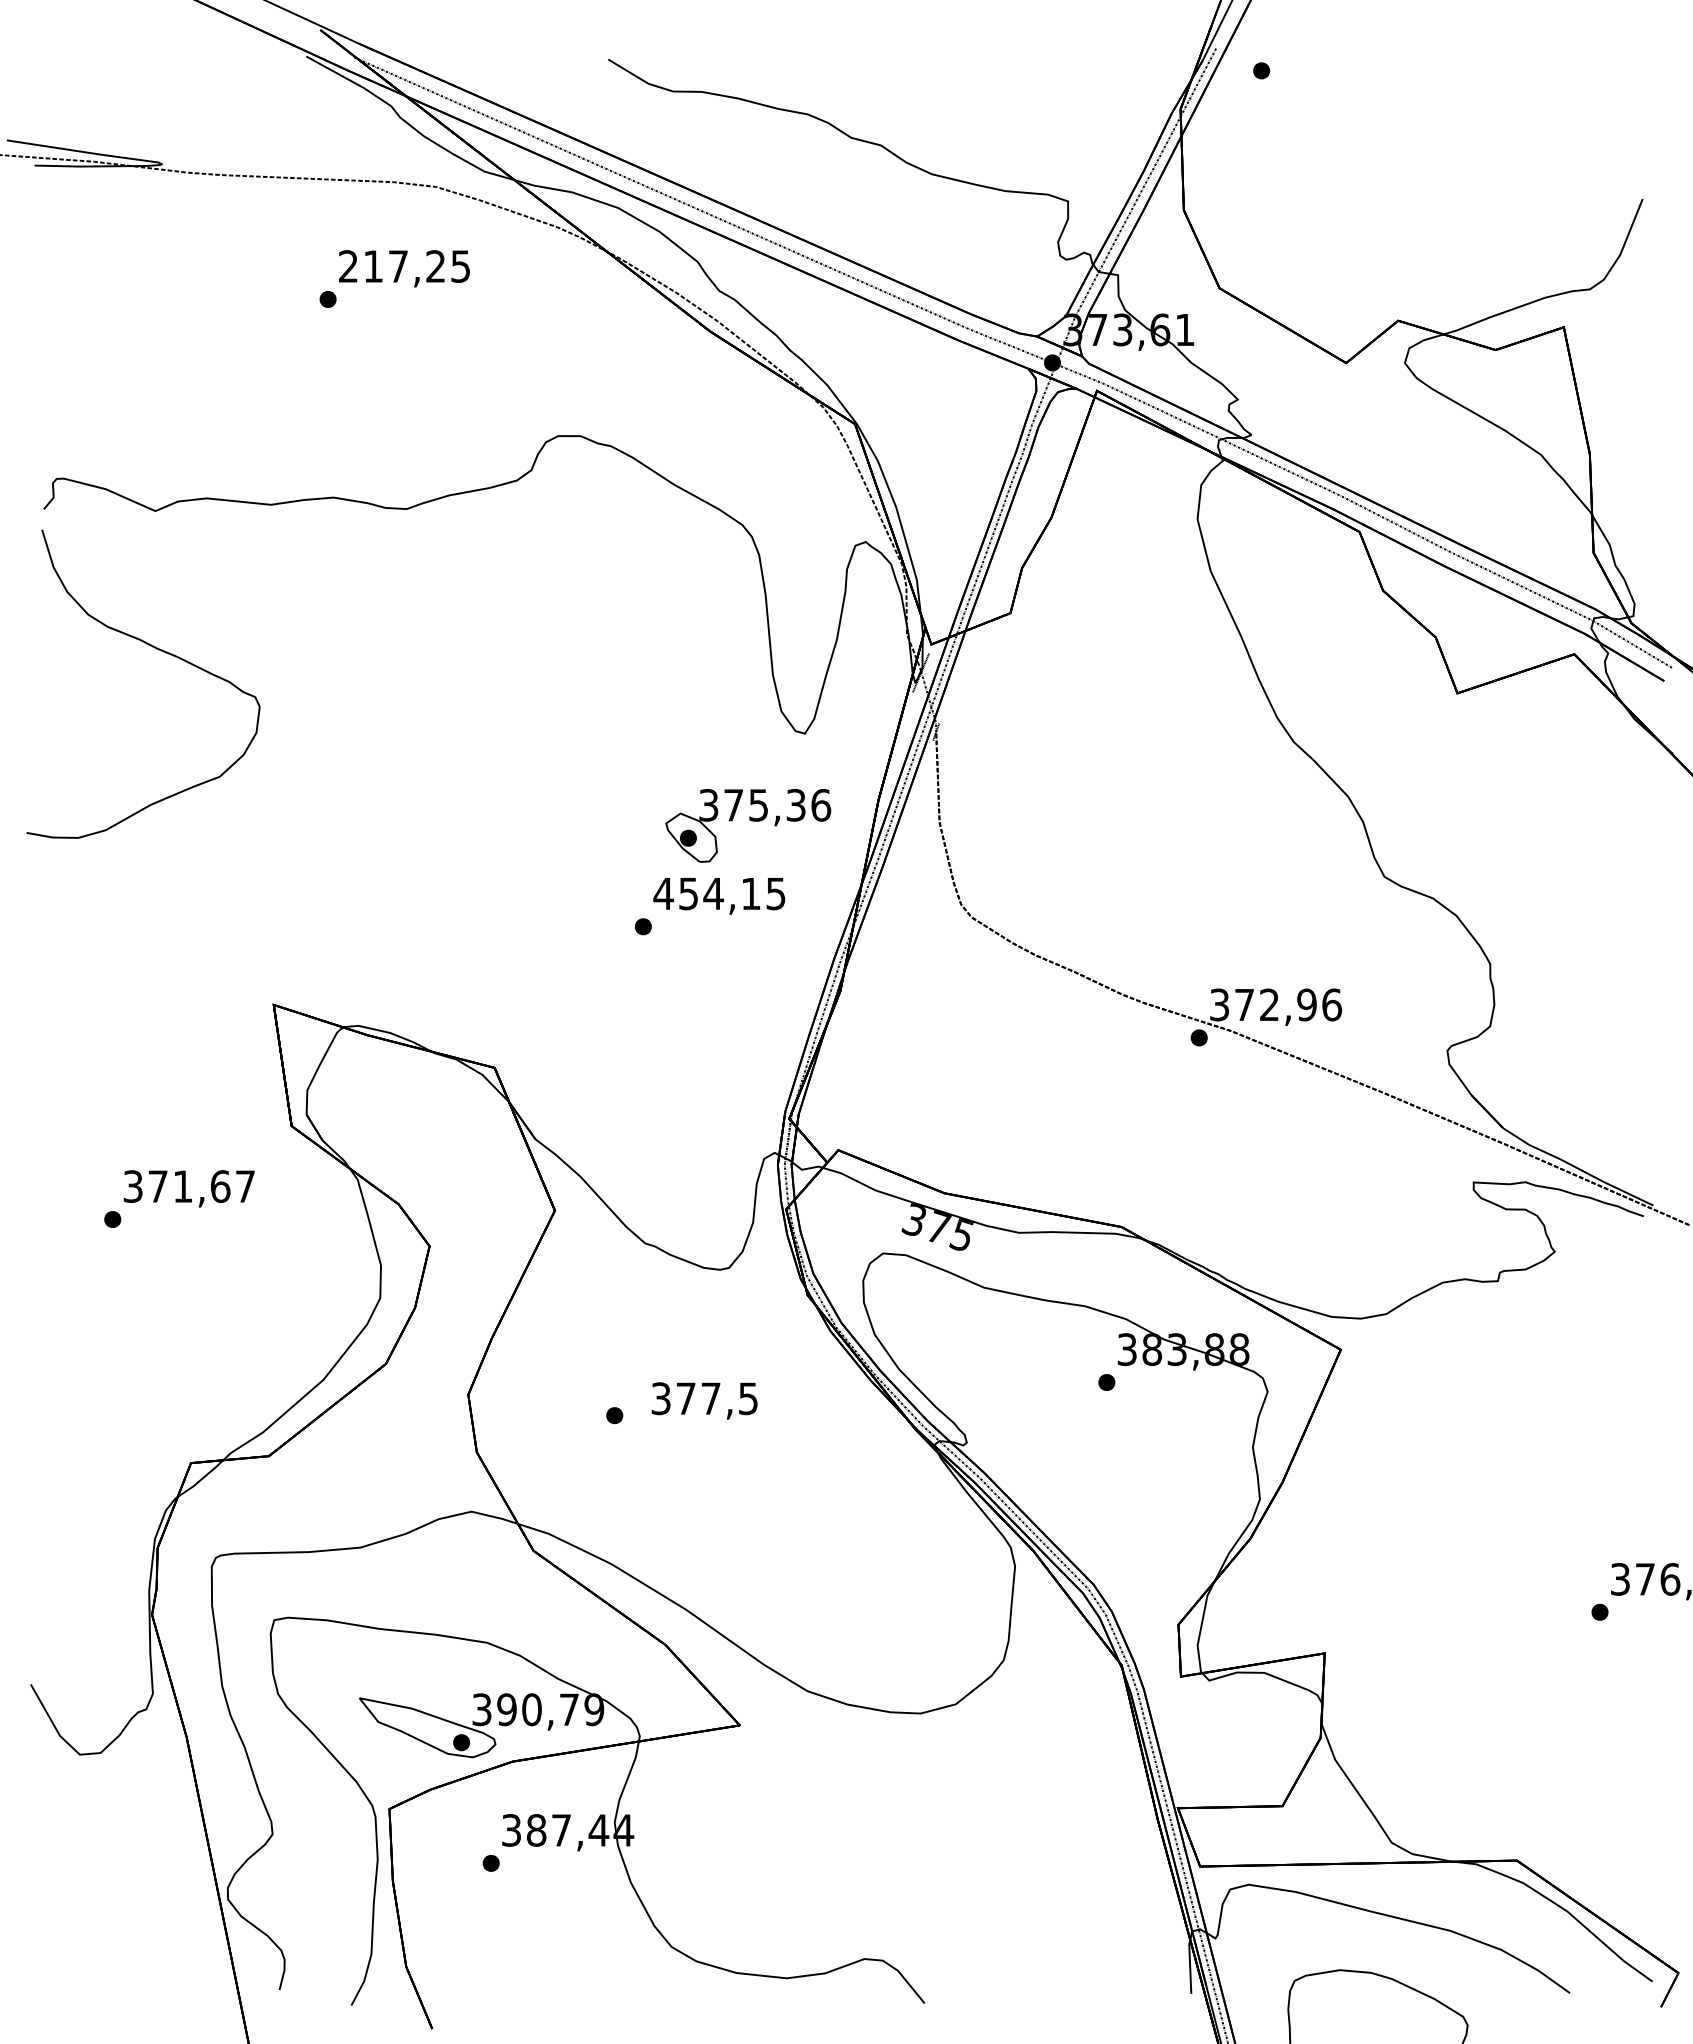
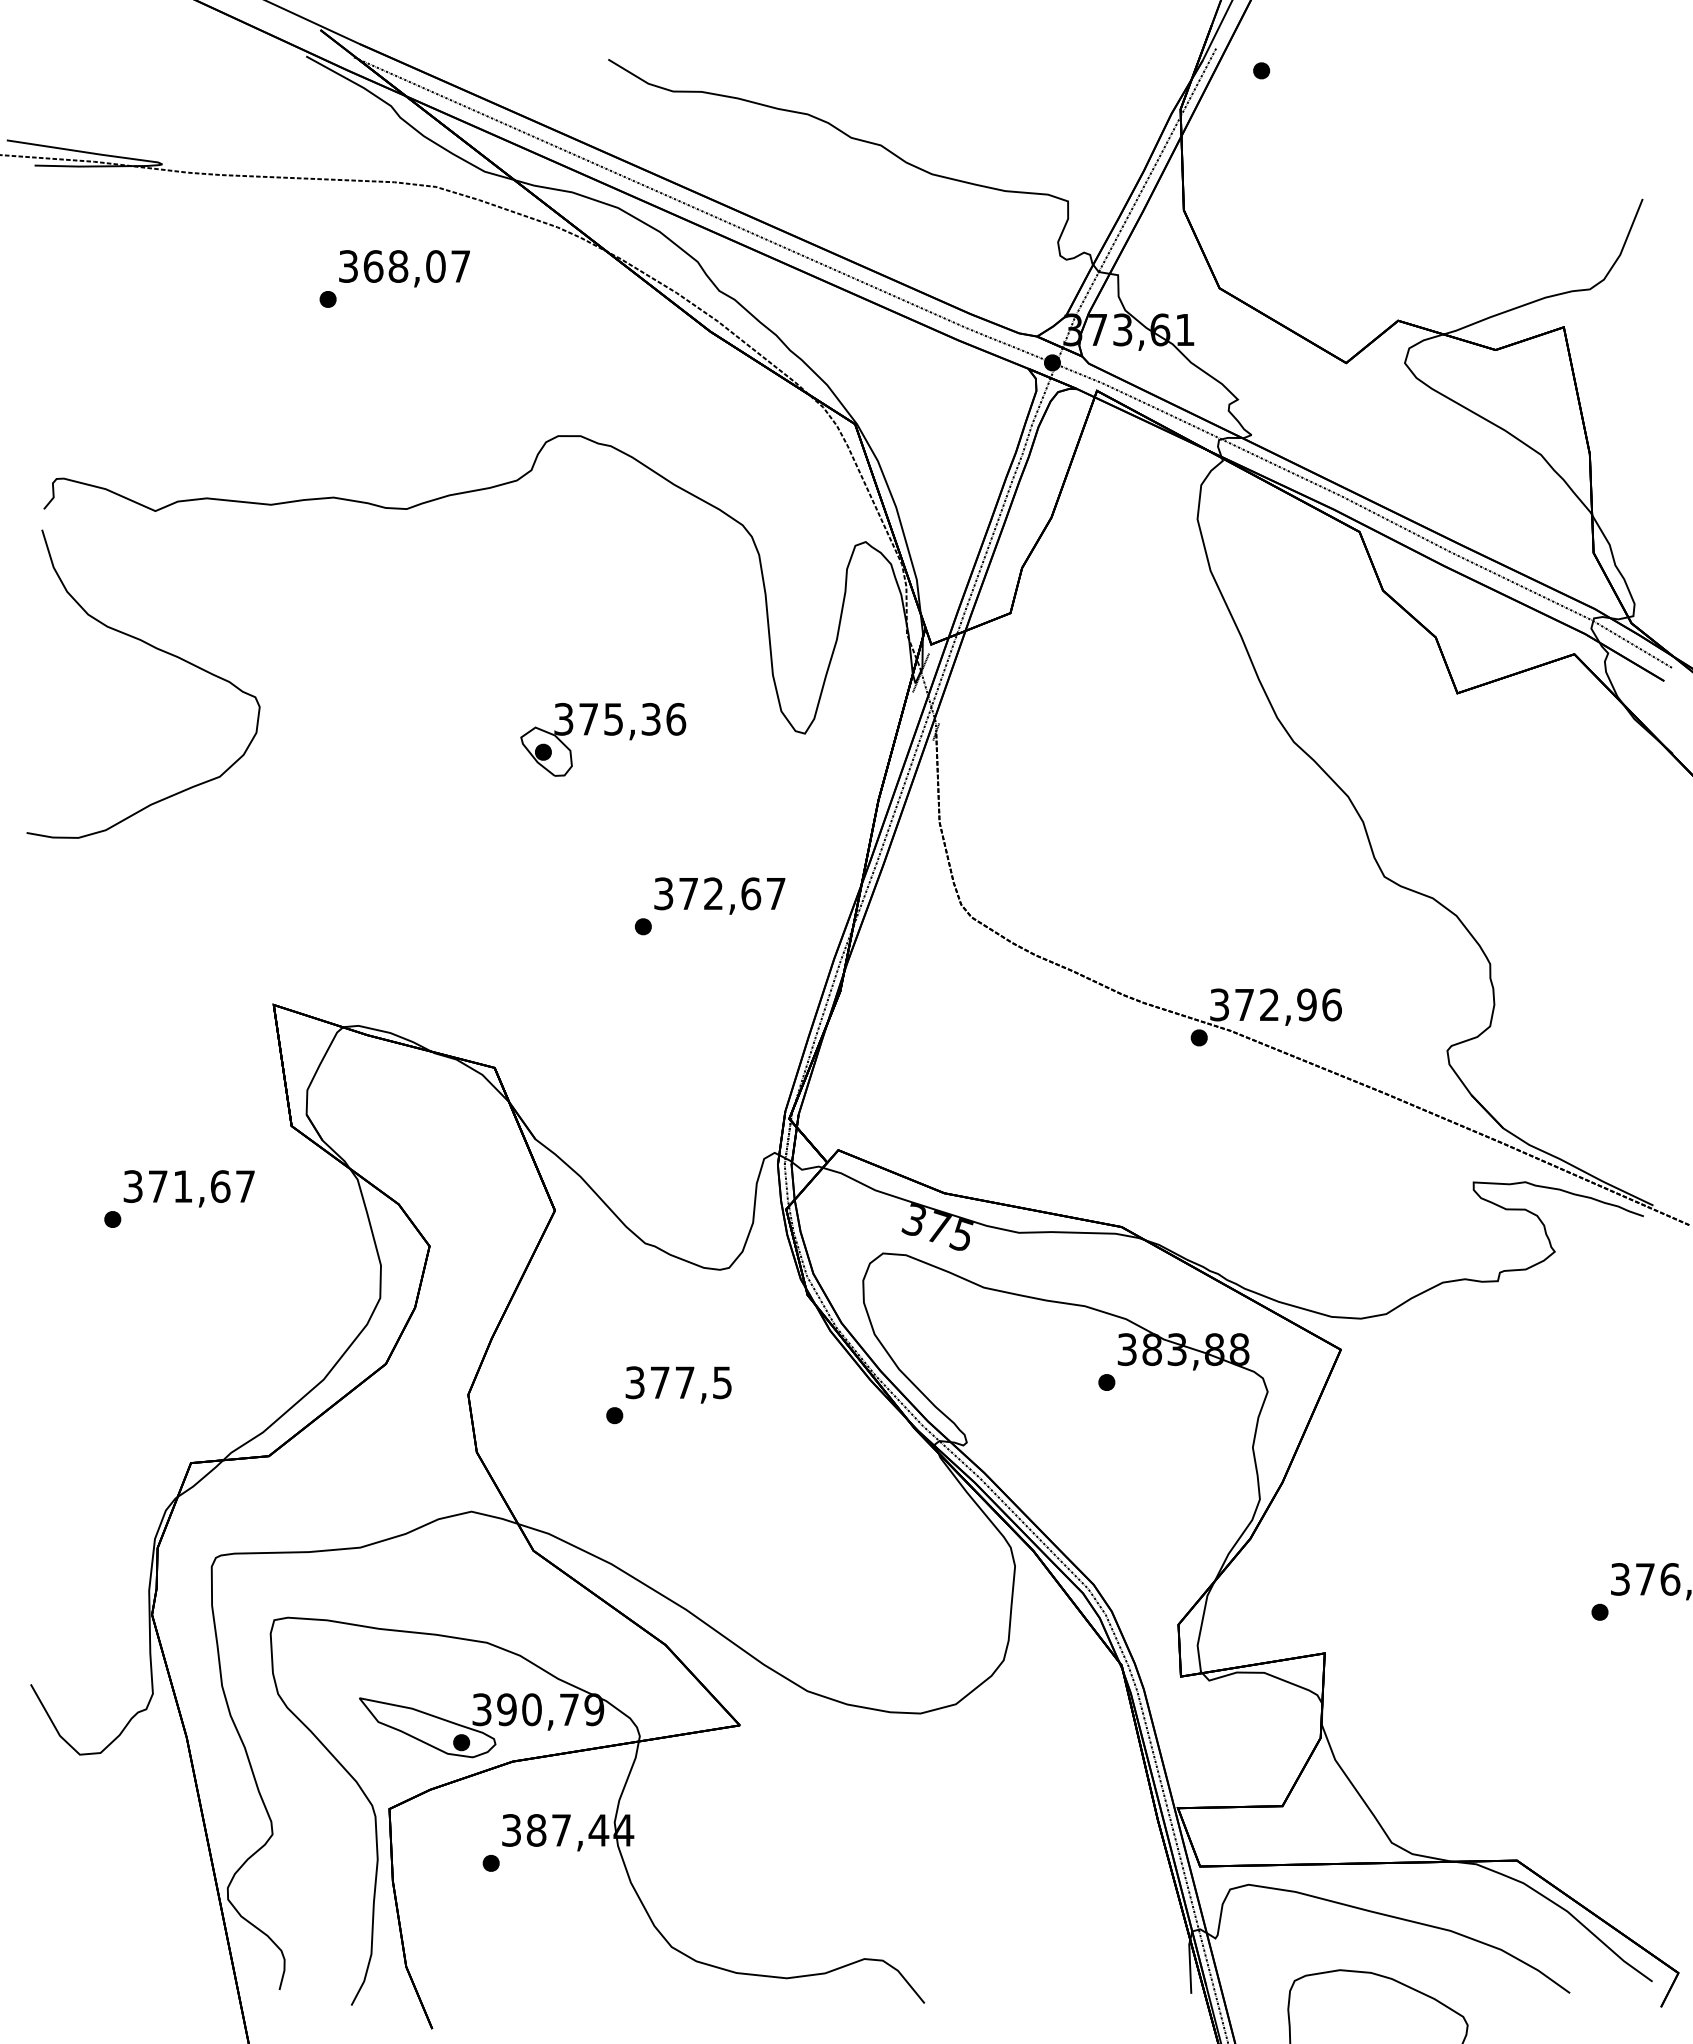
text at (404, 266): 217,25 -> 368,07
part at (748, 825) position: (748, 825) -> (603, 739)
text at (719, 893): 454,15 -> 372,67
text at (704, 1400) position: (704, 1400) -> (678, 1384)
